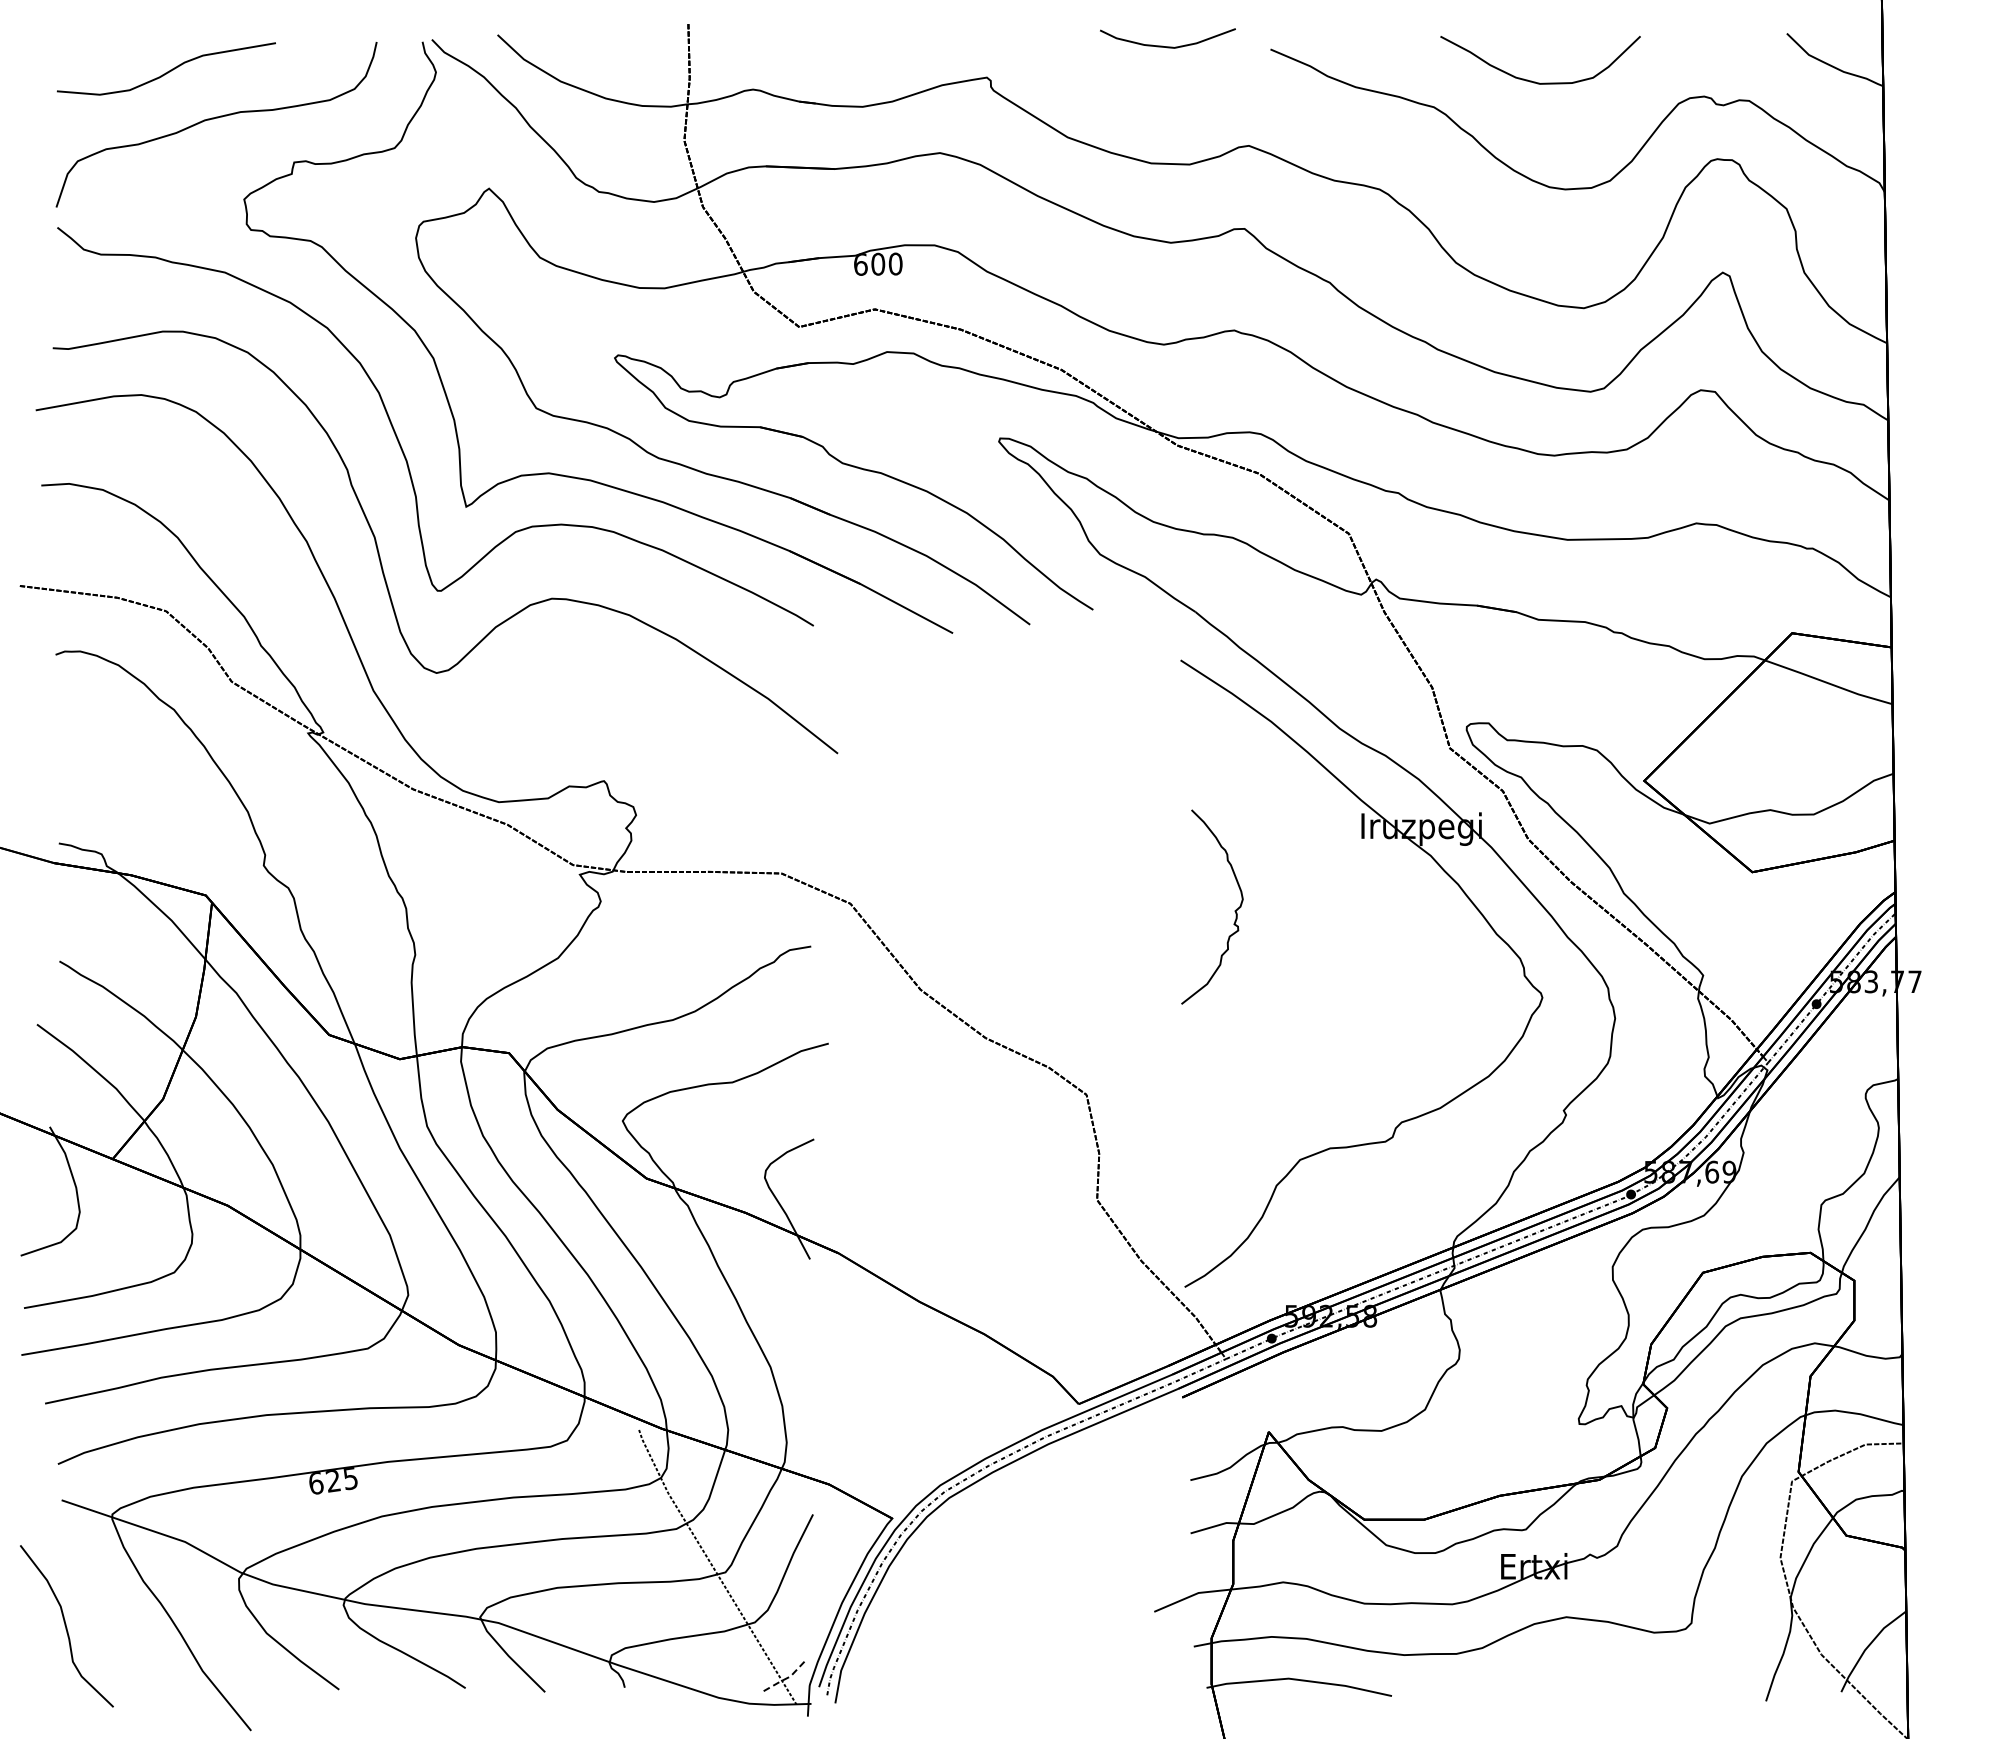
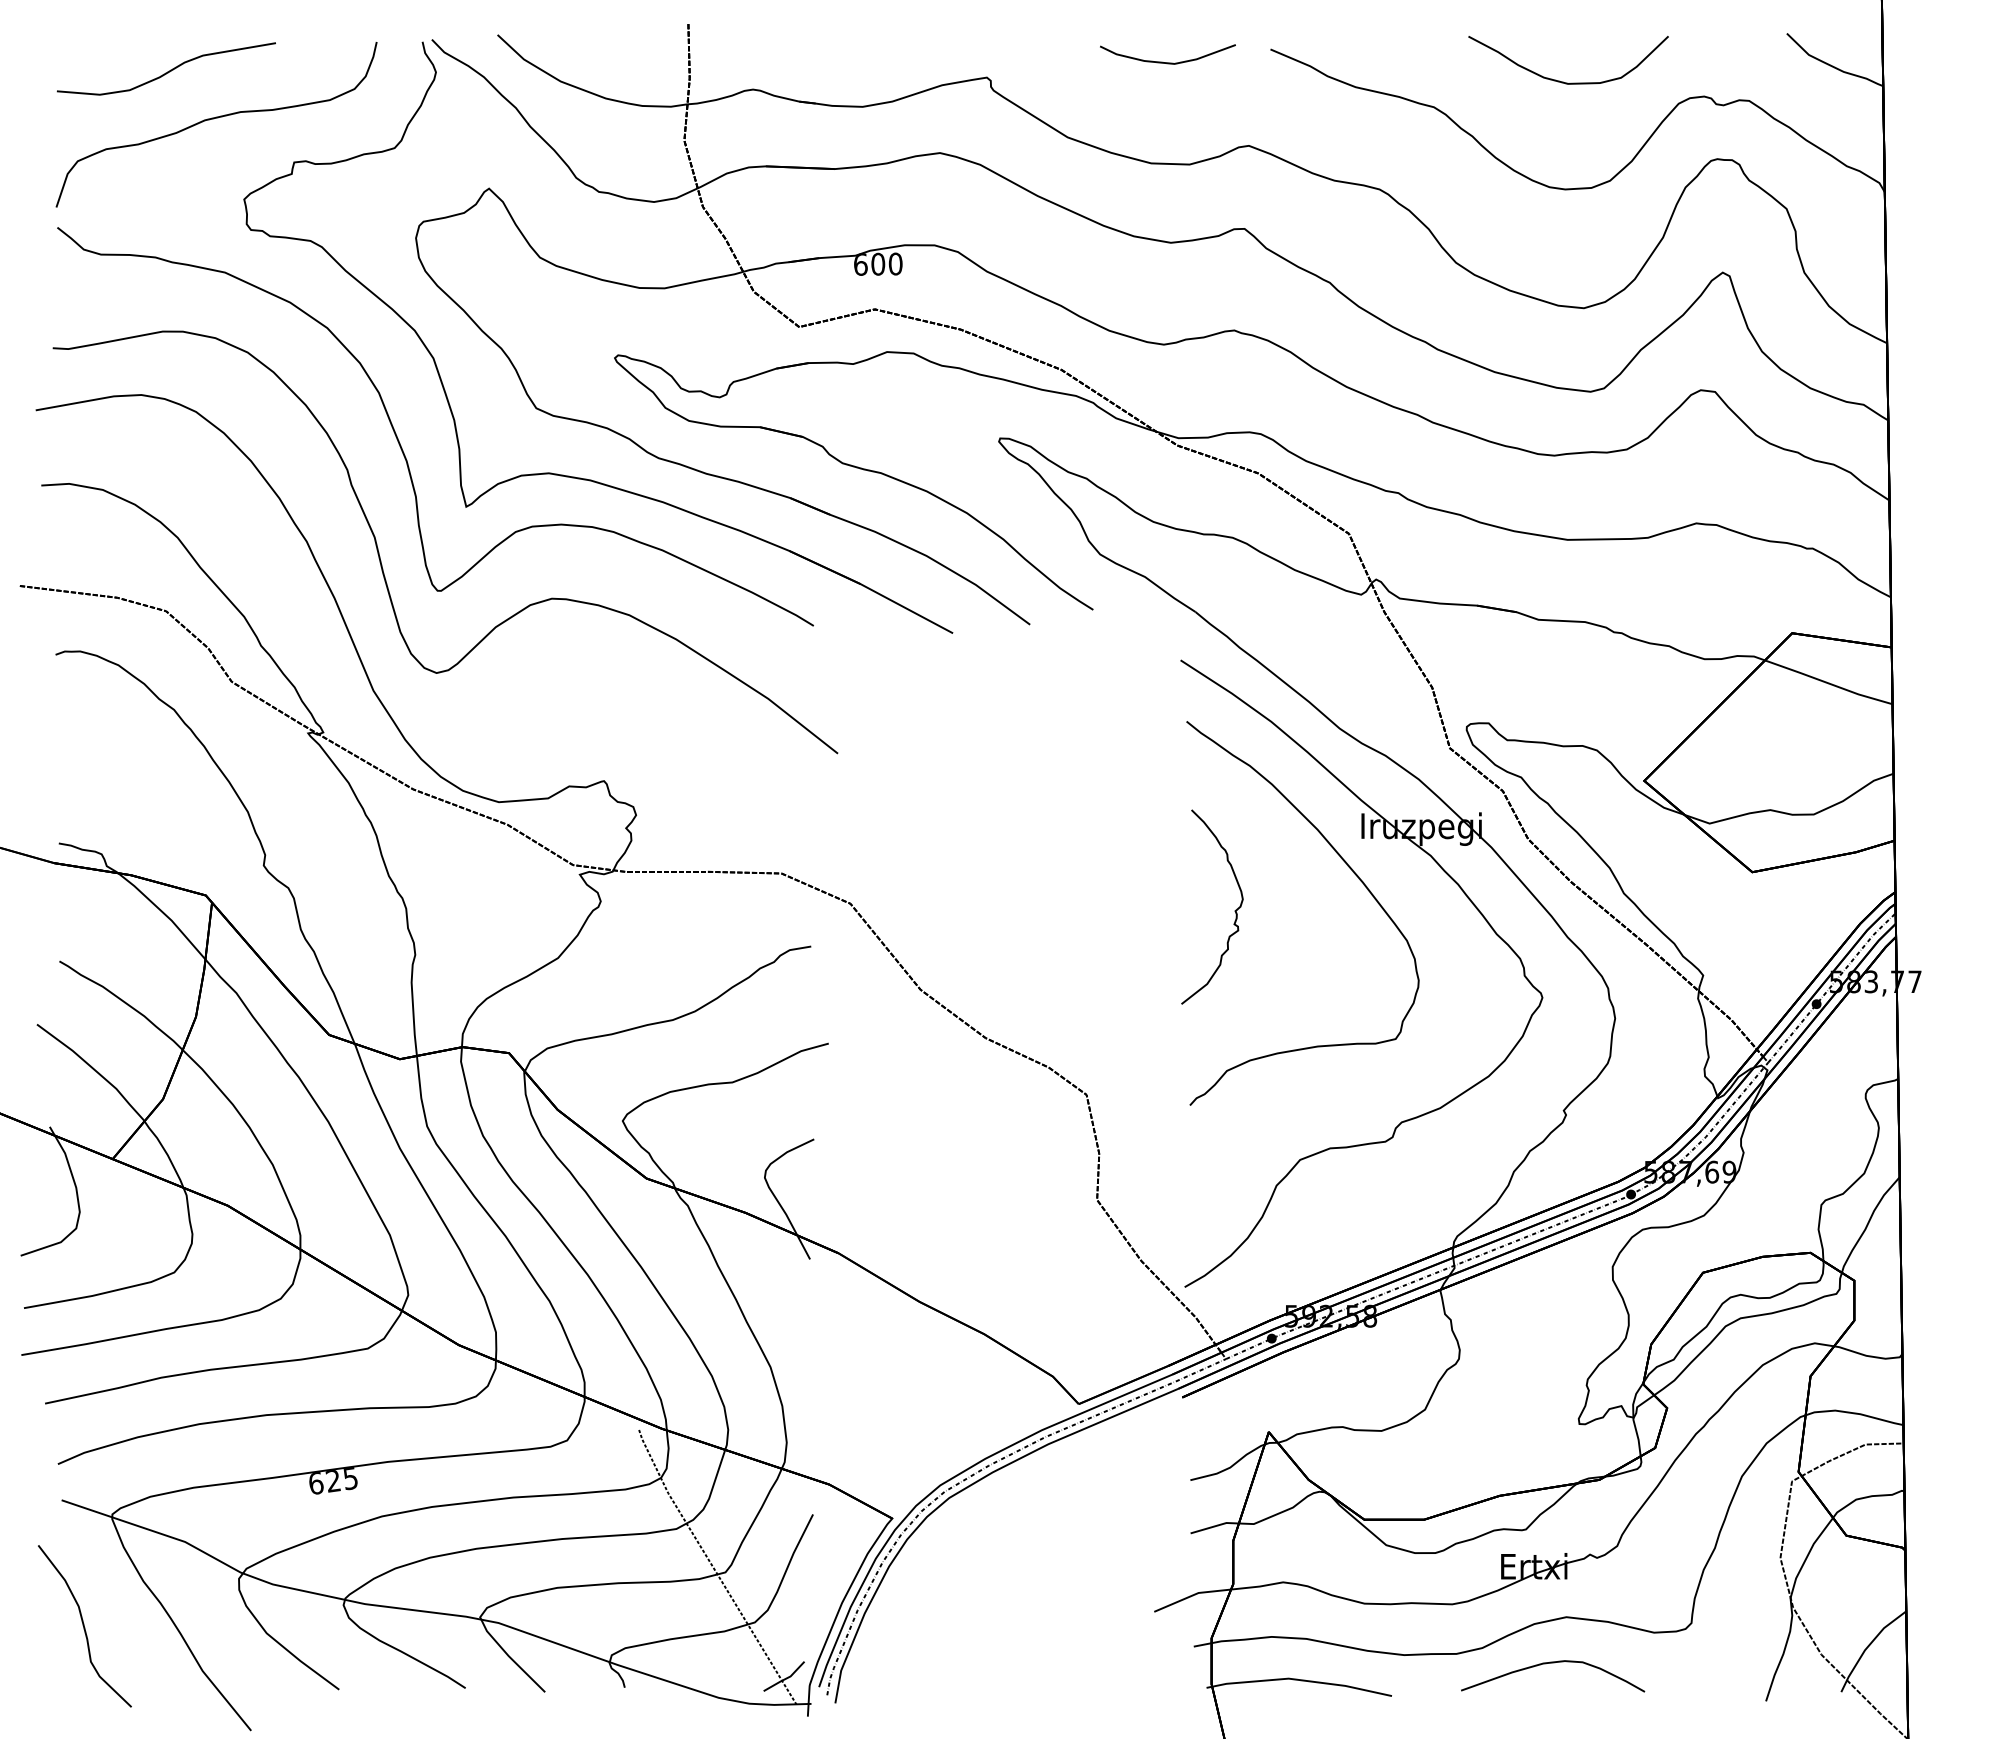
curve at (1167, 46) position: (1167, 46) -> (1167, 62)
curve at (1535, 81) position: (1535, 81) -> (1563, 81)
curve at (1353, 873): none -> present
curve at (66, 1626) position: (66, 1626) -> (84, 1626)
curve at (1553, 1663): none -> present
line at (786, 1678): dashed -> solid
